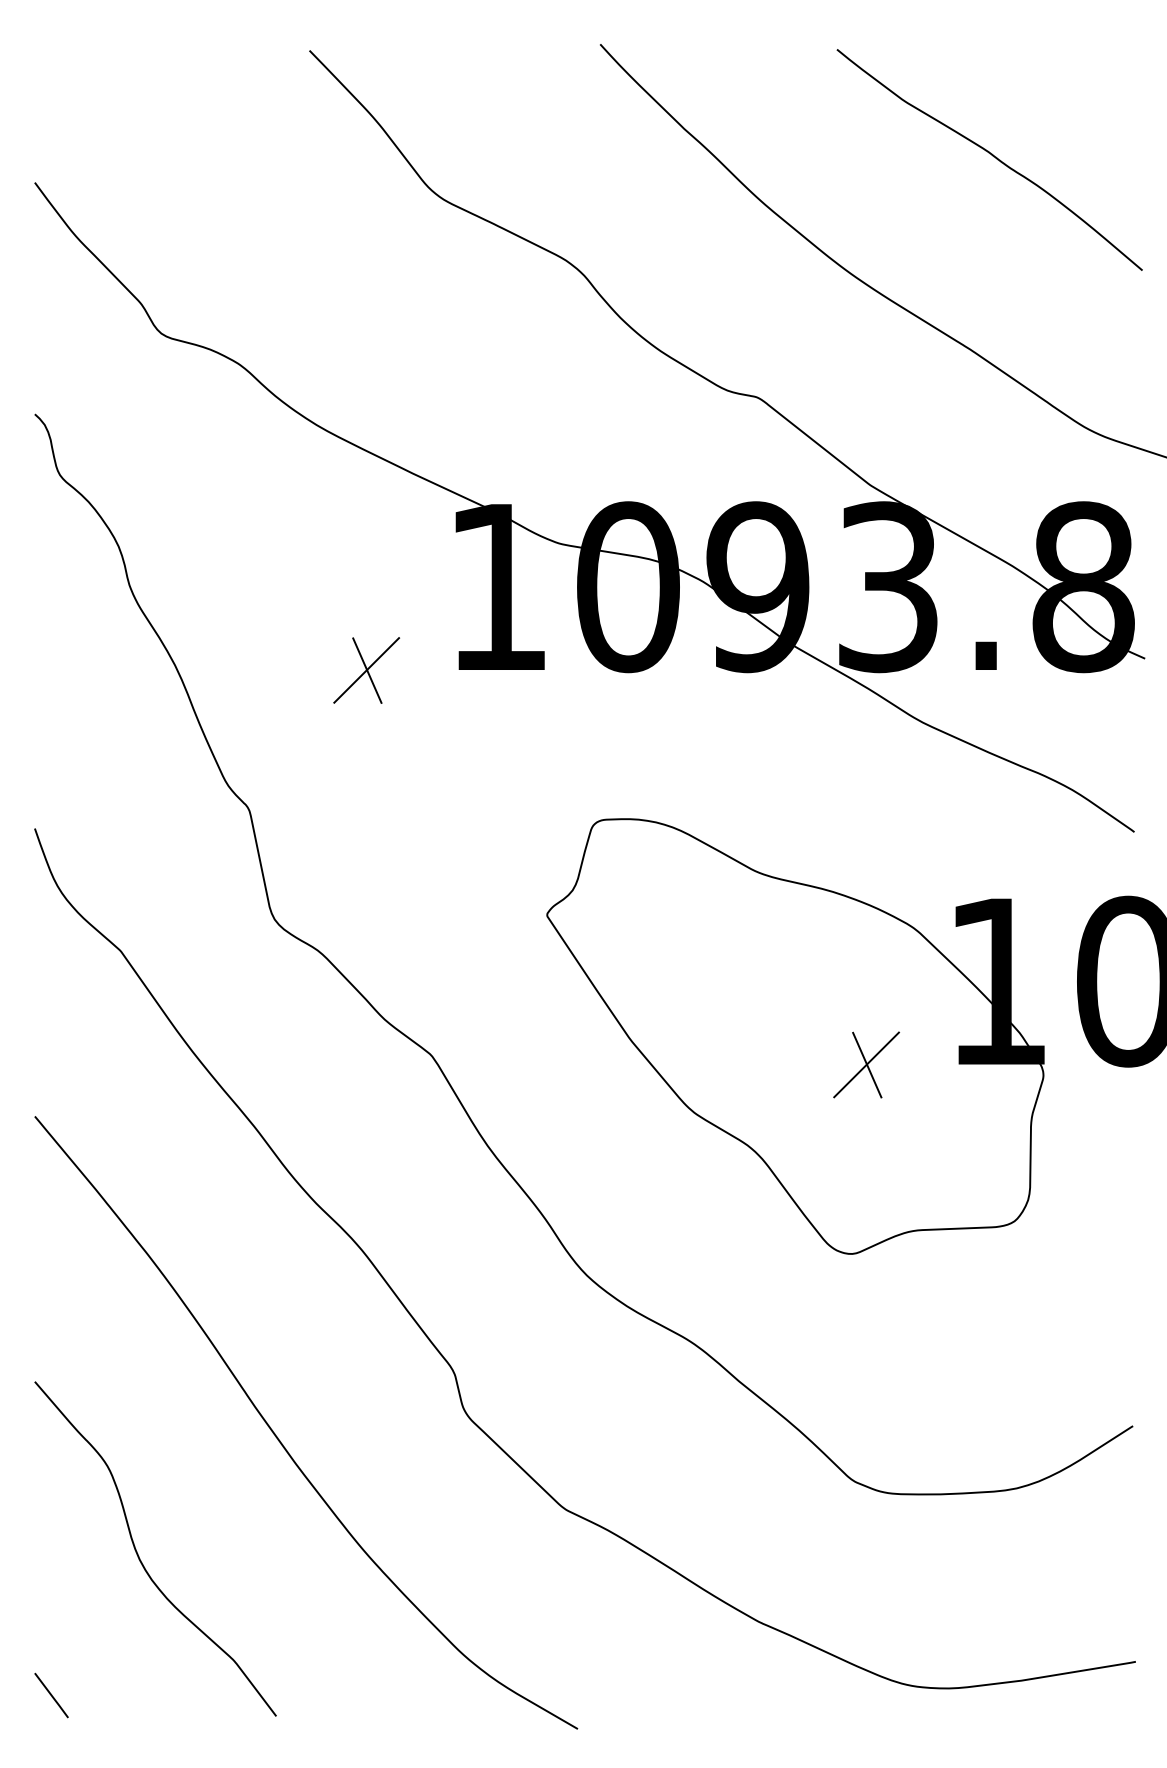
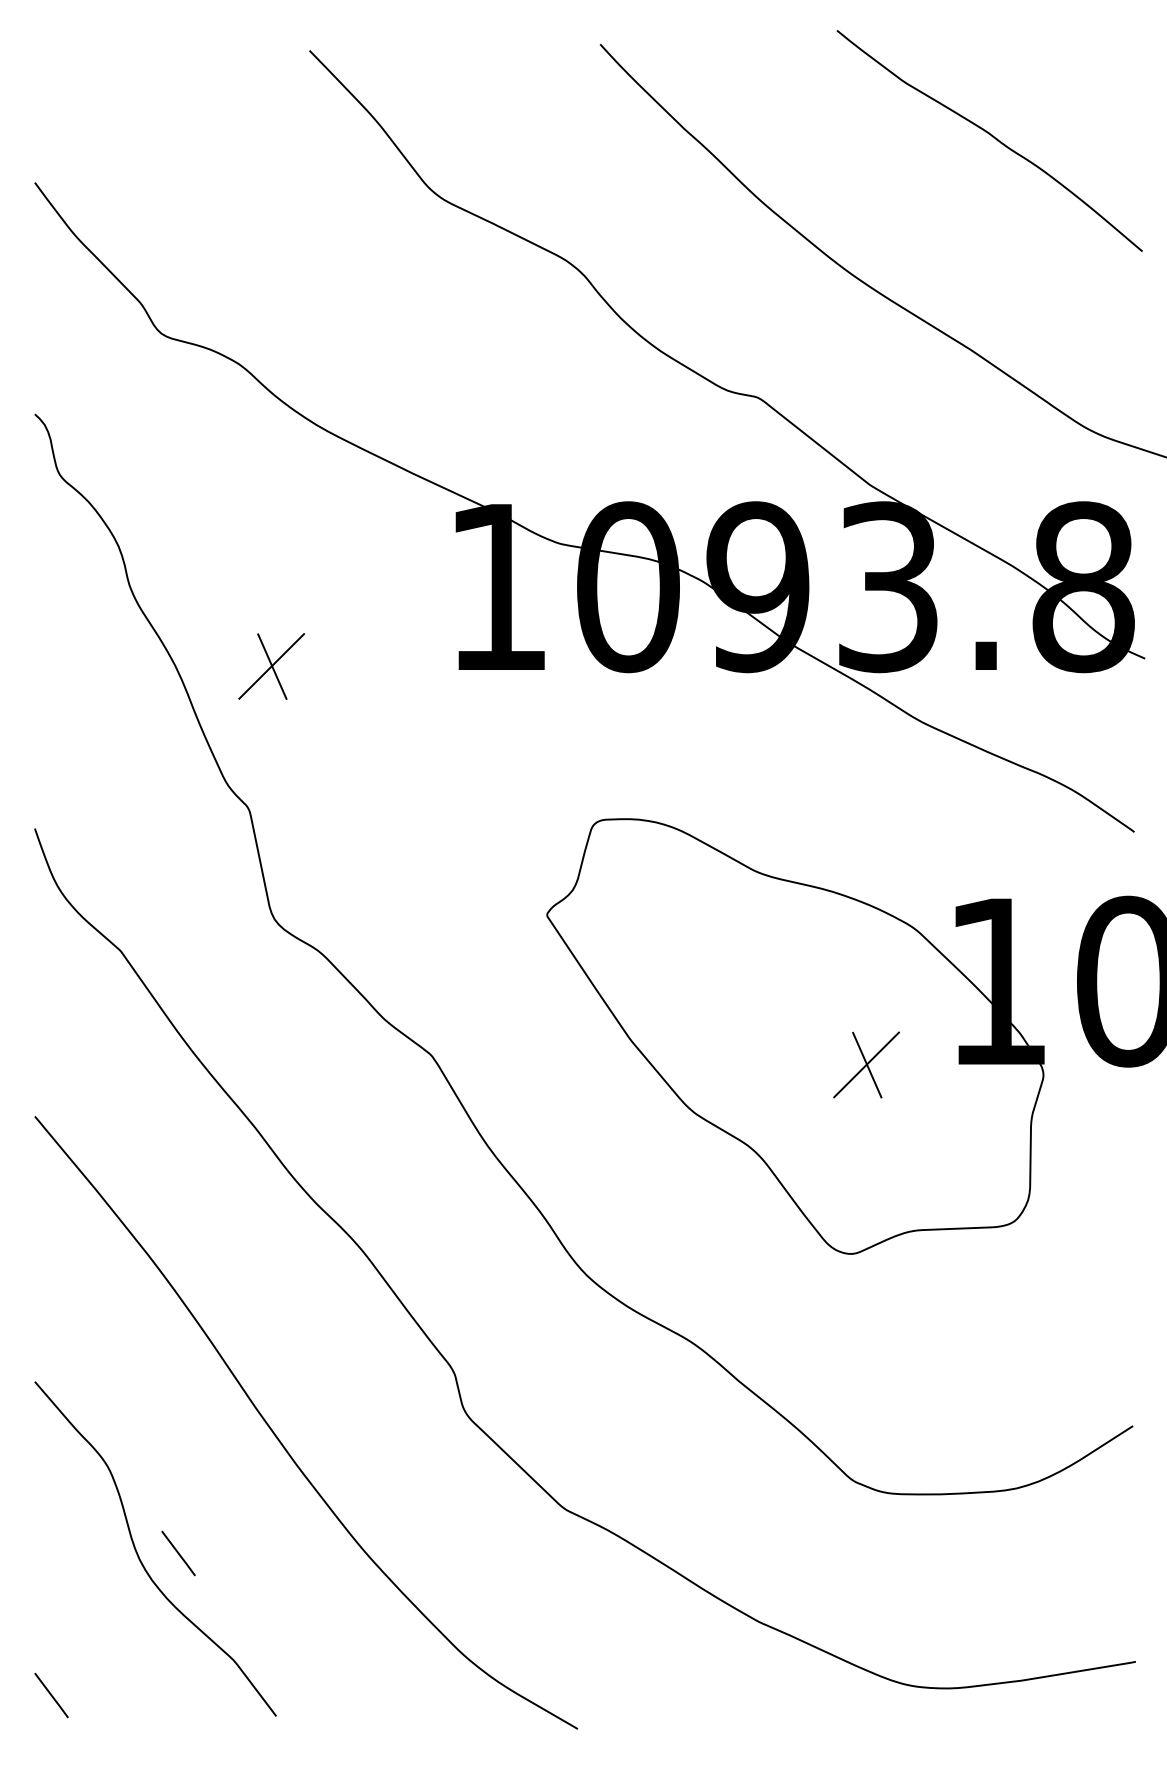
curve at (992, 156) position: (992, 156) -> (992, 137)
part at (366, 670) position: (366, 670) -> (271, 666)
line at (178, 1553): none -> present
